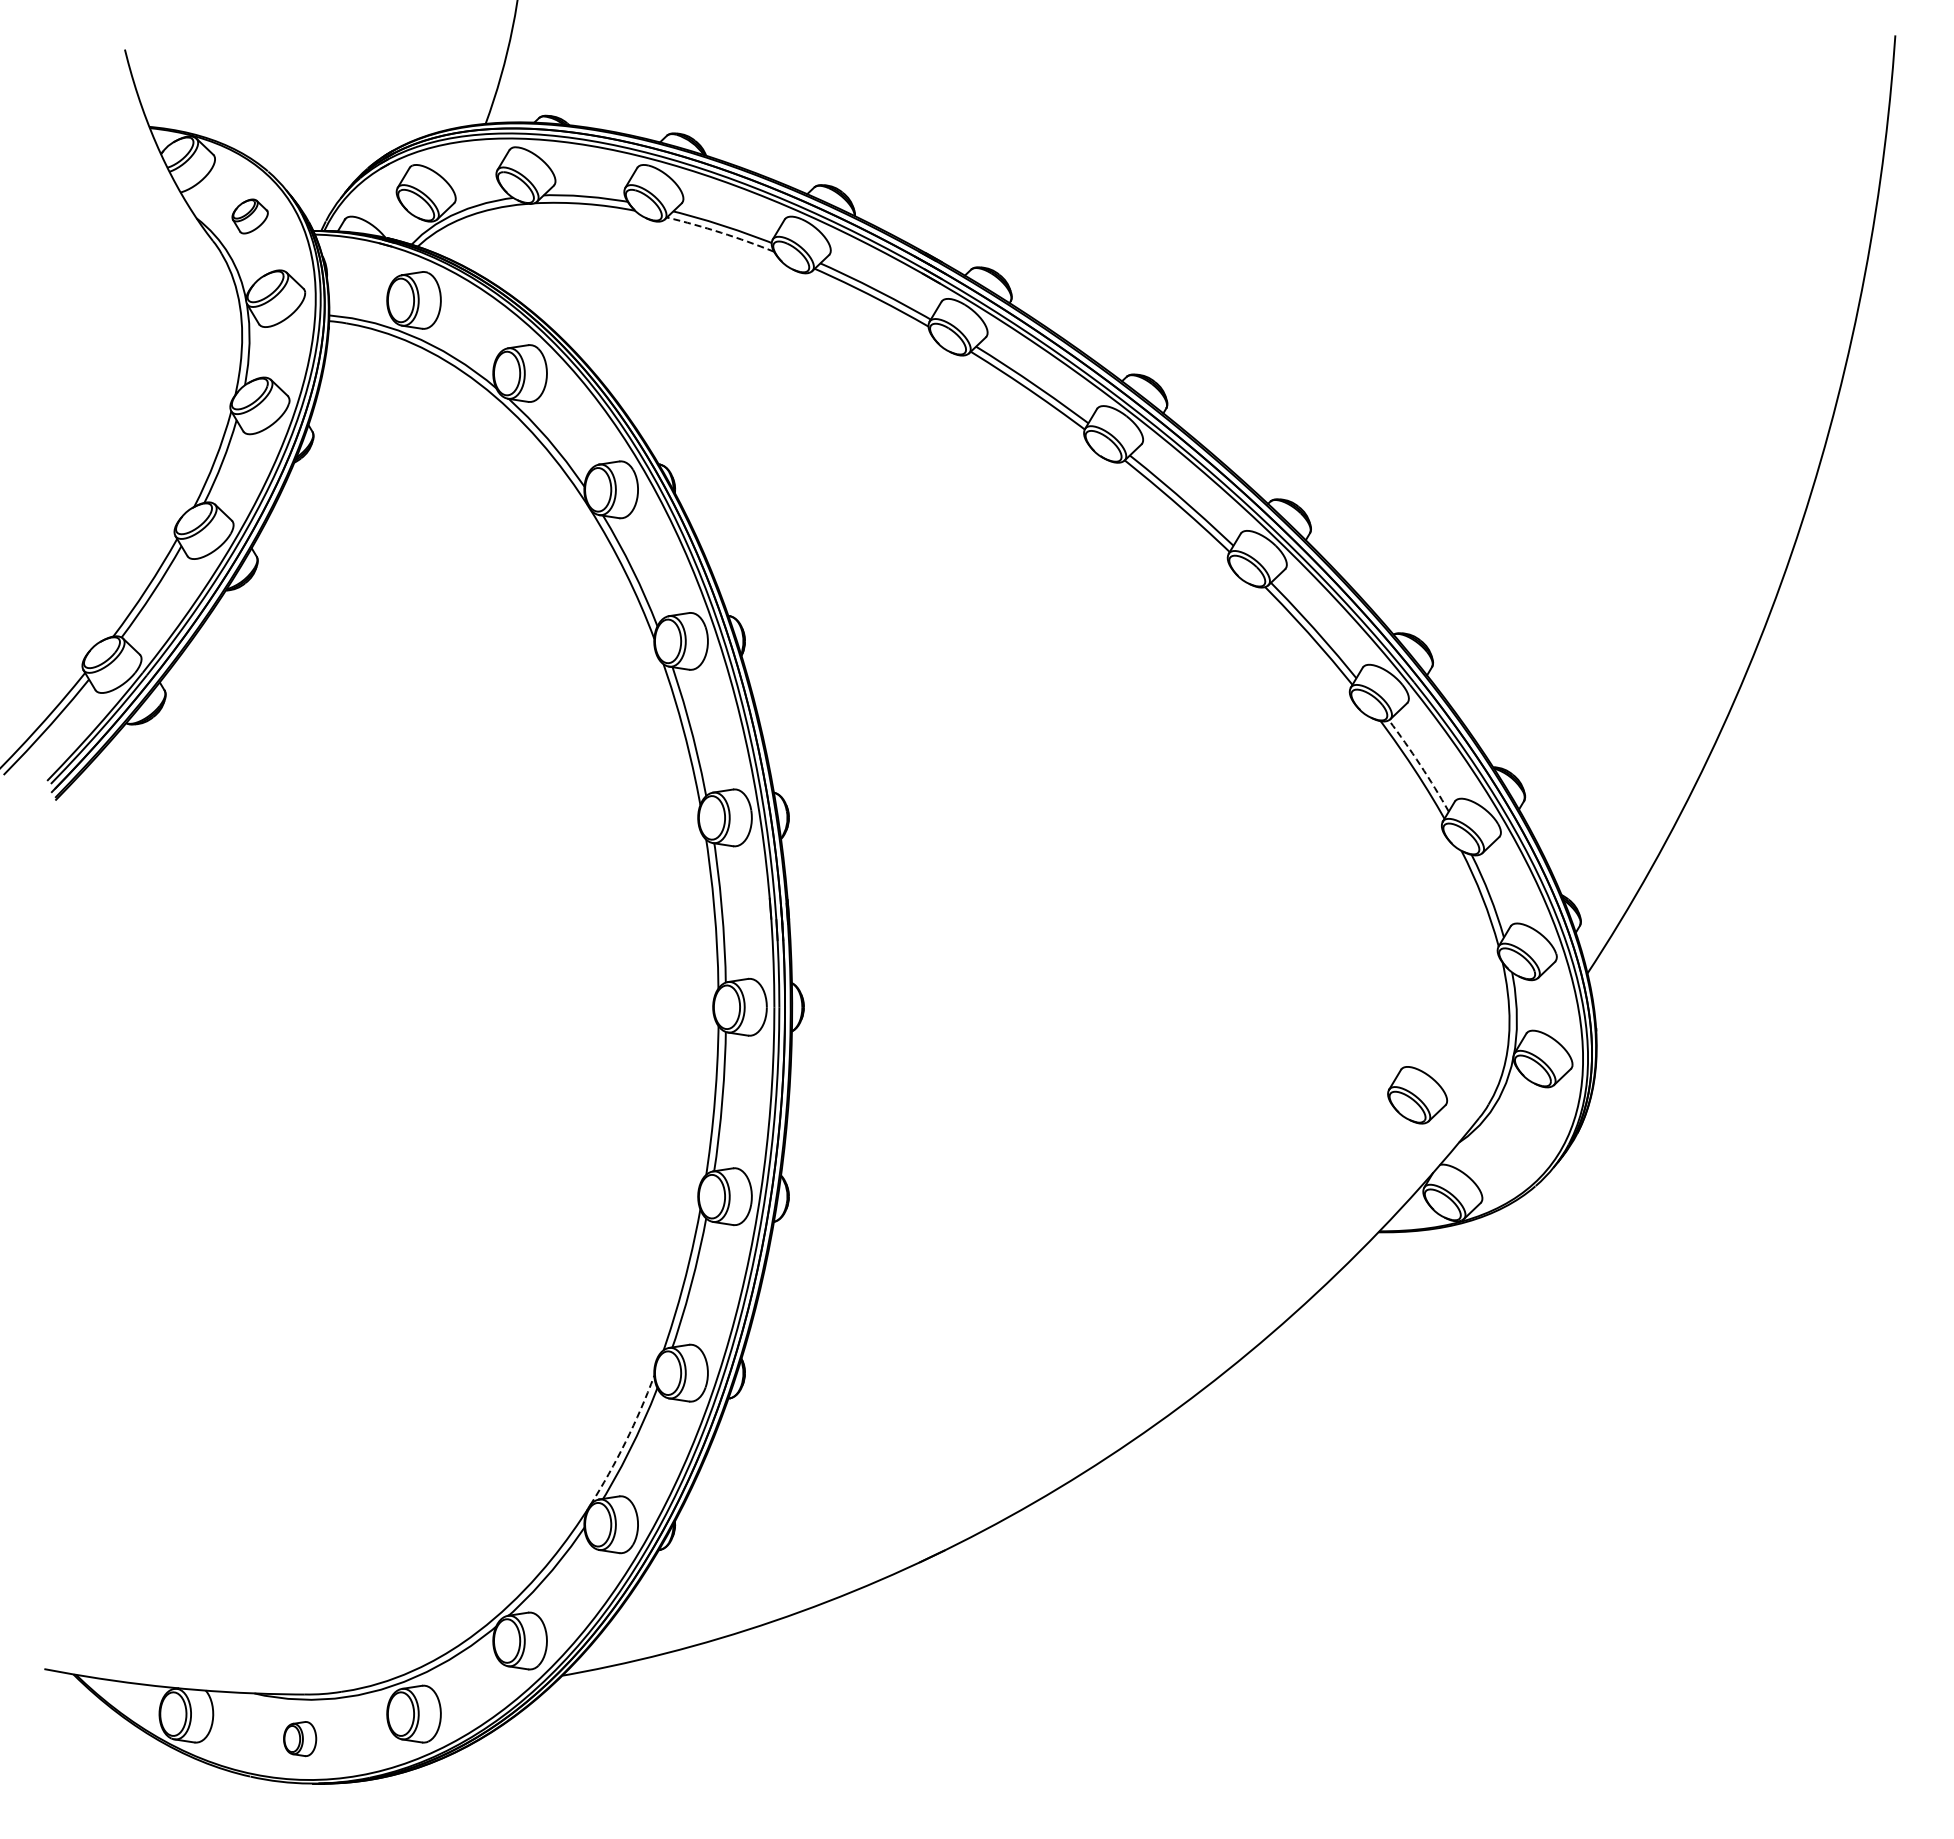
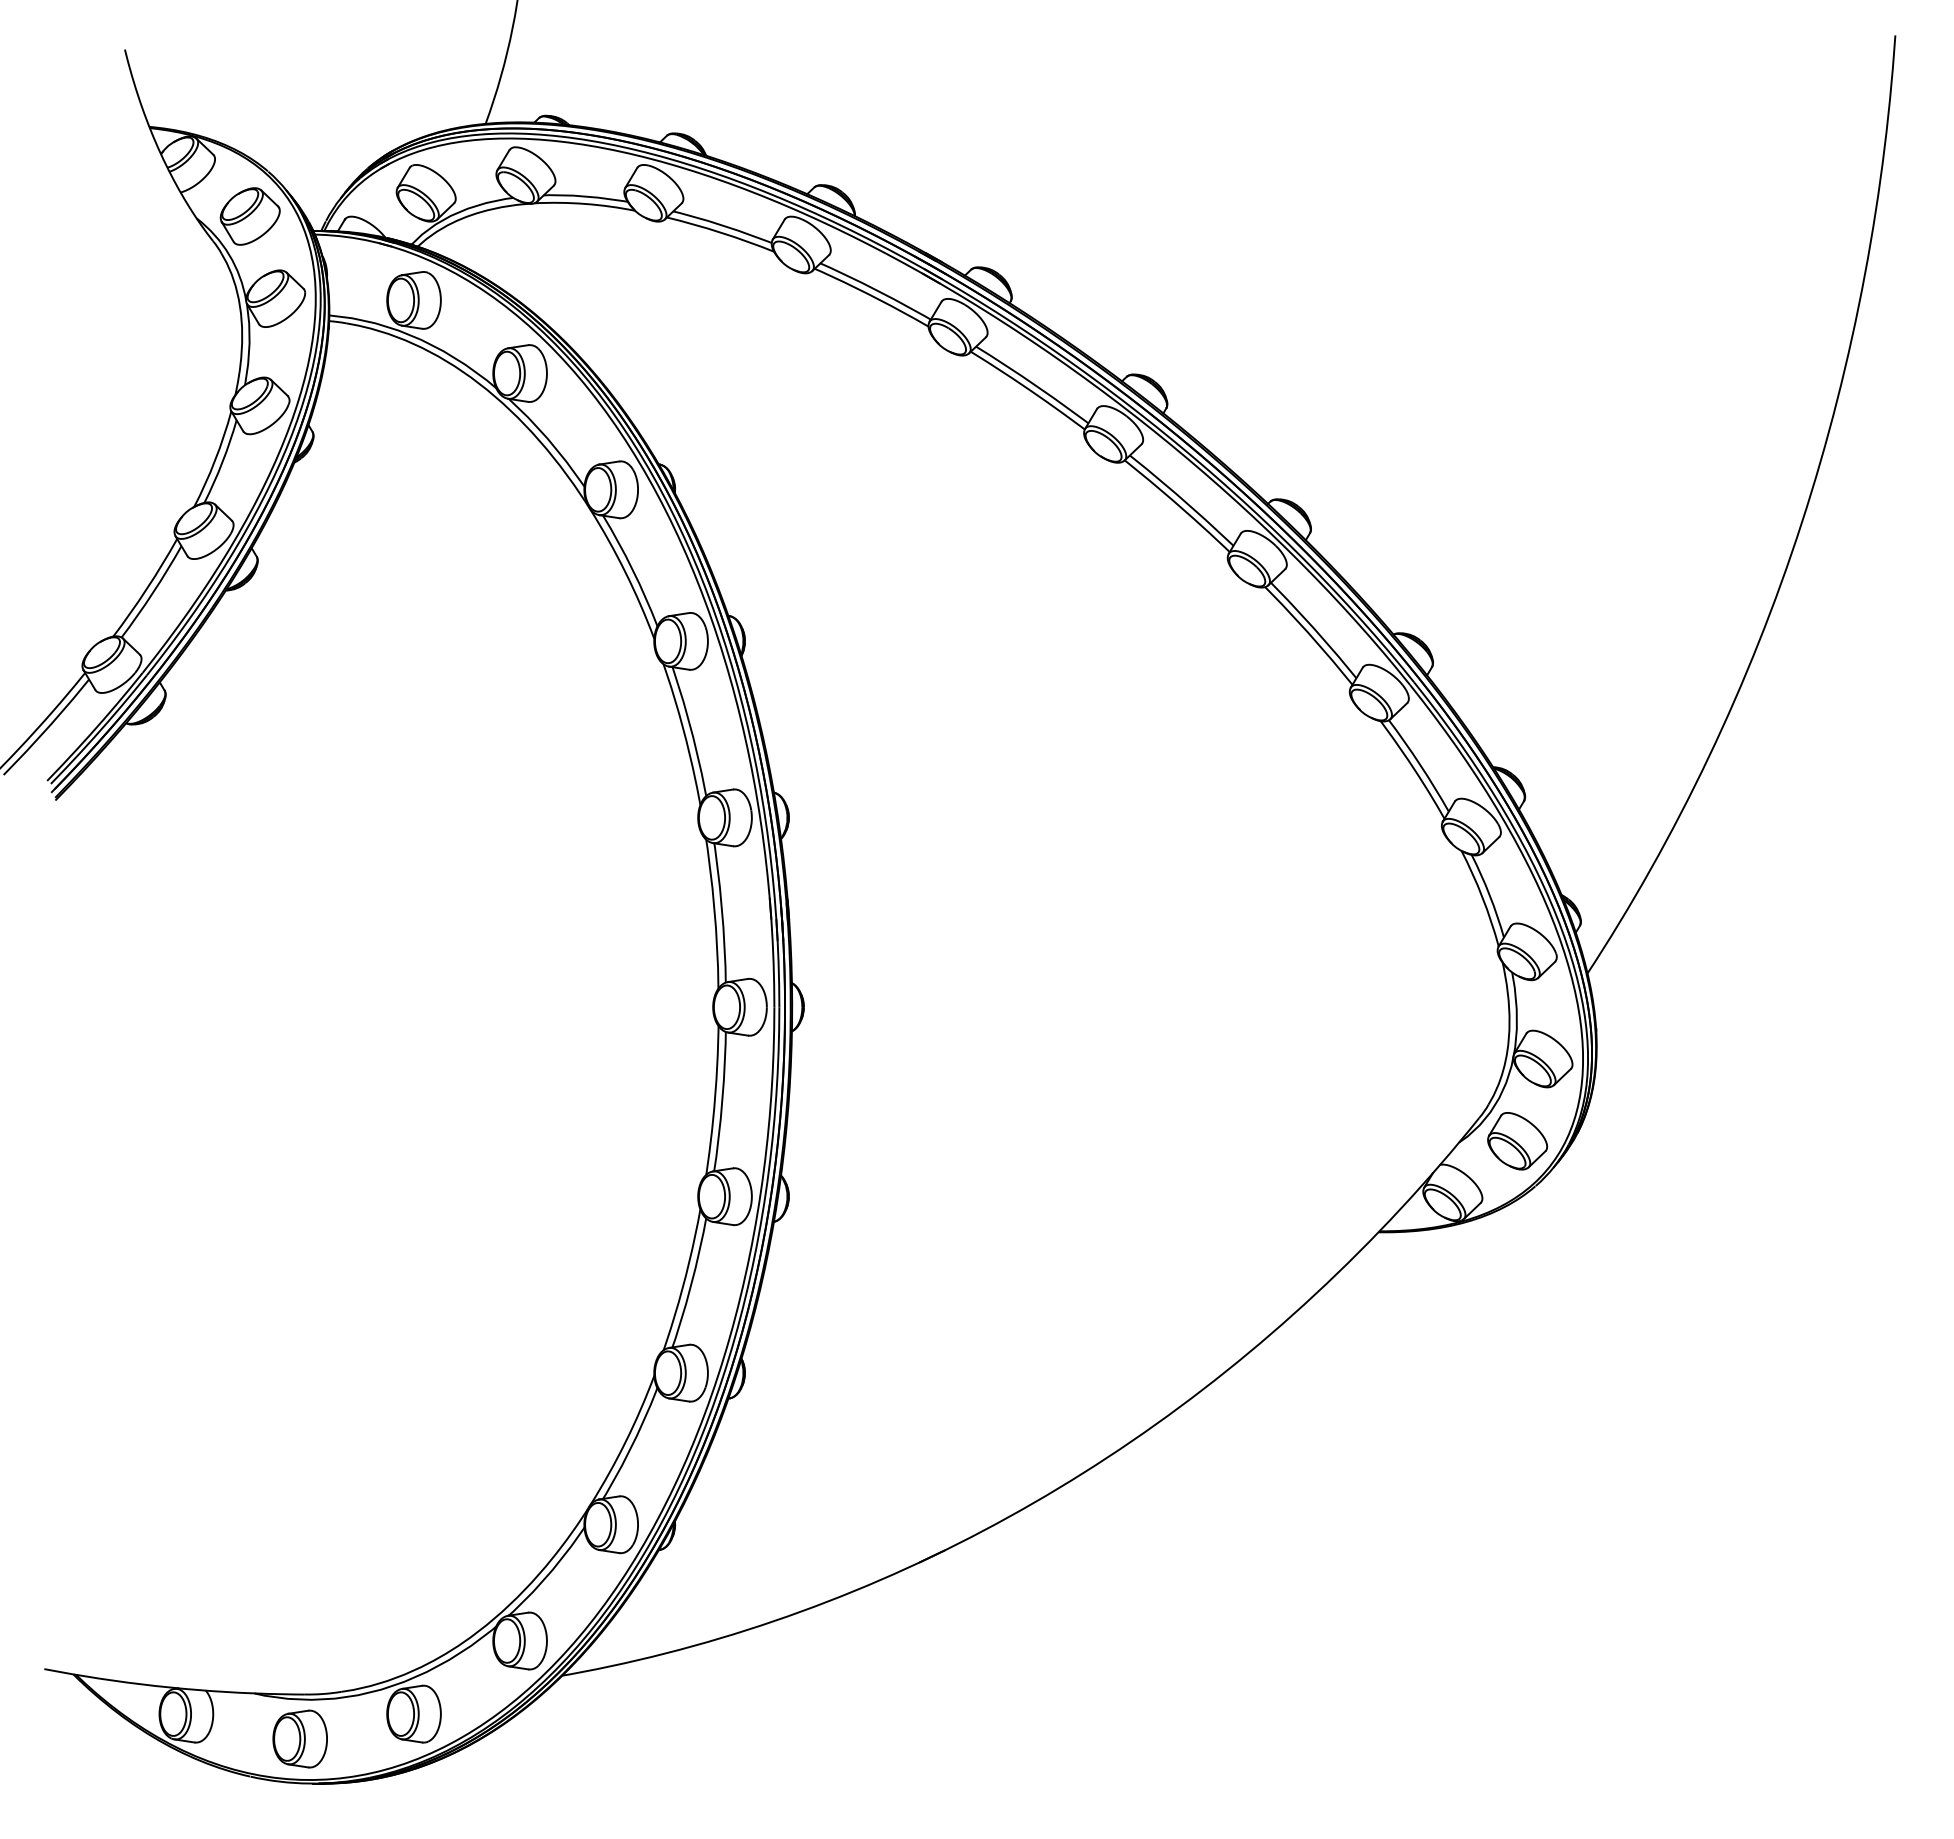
part at (249, 216) size: 38x37 px -> 62x59 px
arc at (721, 232): dashed -> solid
arc at (1420, 765): dashed -> solid
part at (1417, 1095) position: (1417, 1095) -> (1517, 1141)
arc at (625, 1442): dashed -> solid
part at (300, 1739) size: 35x37 px -> 56x60 px
